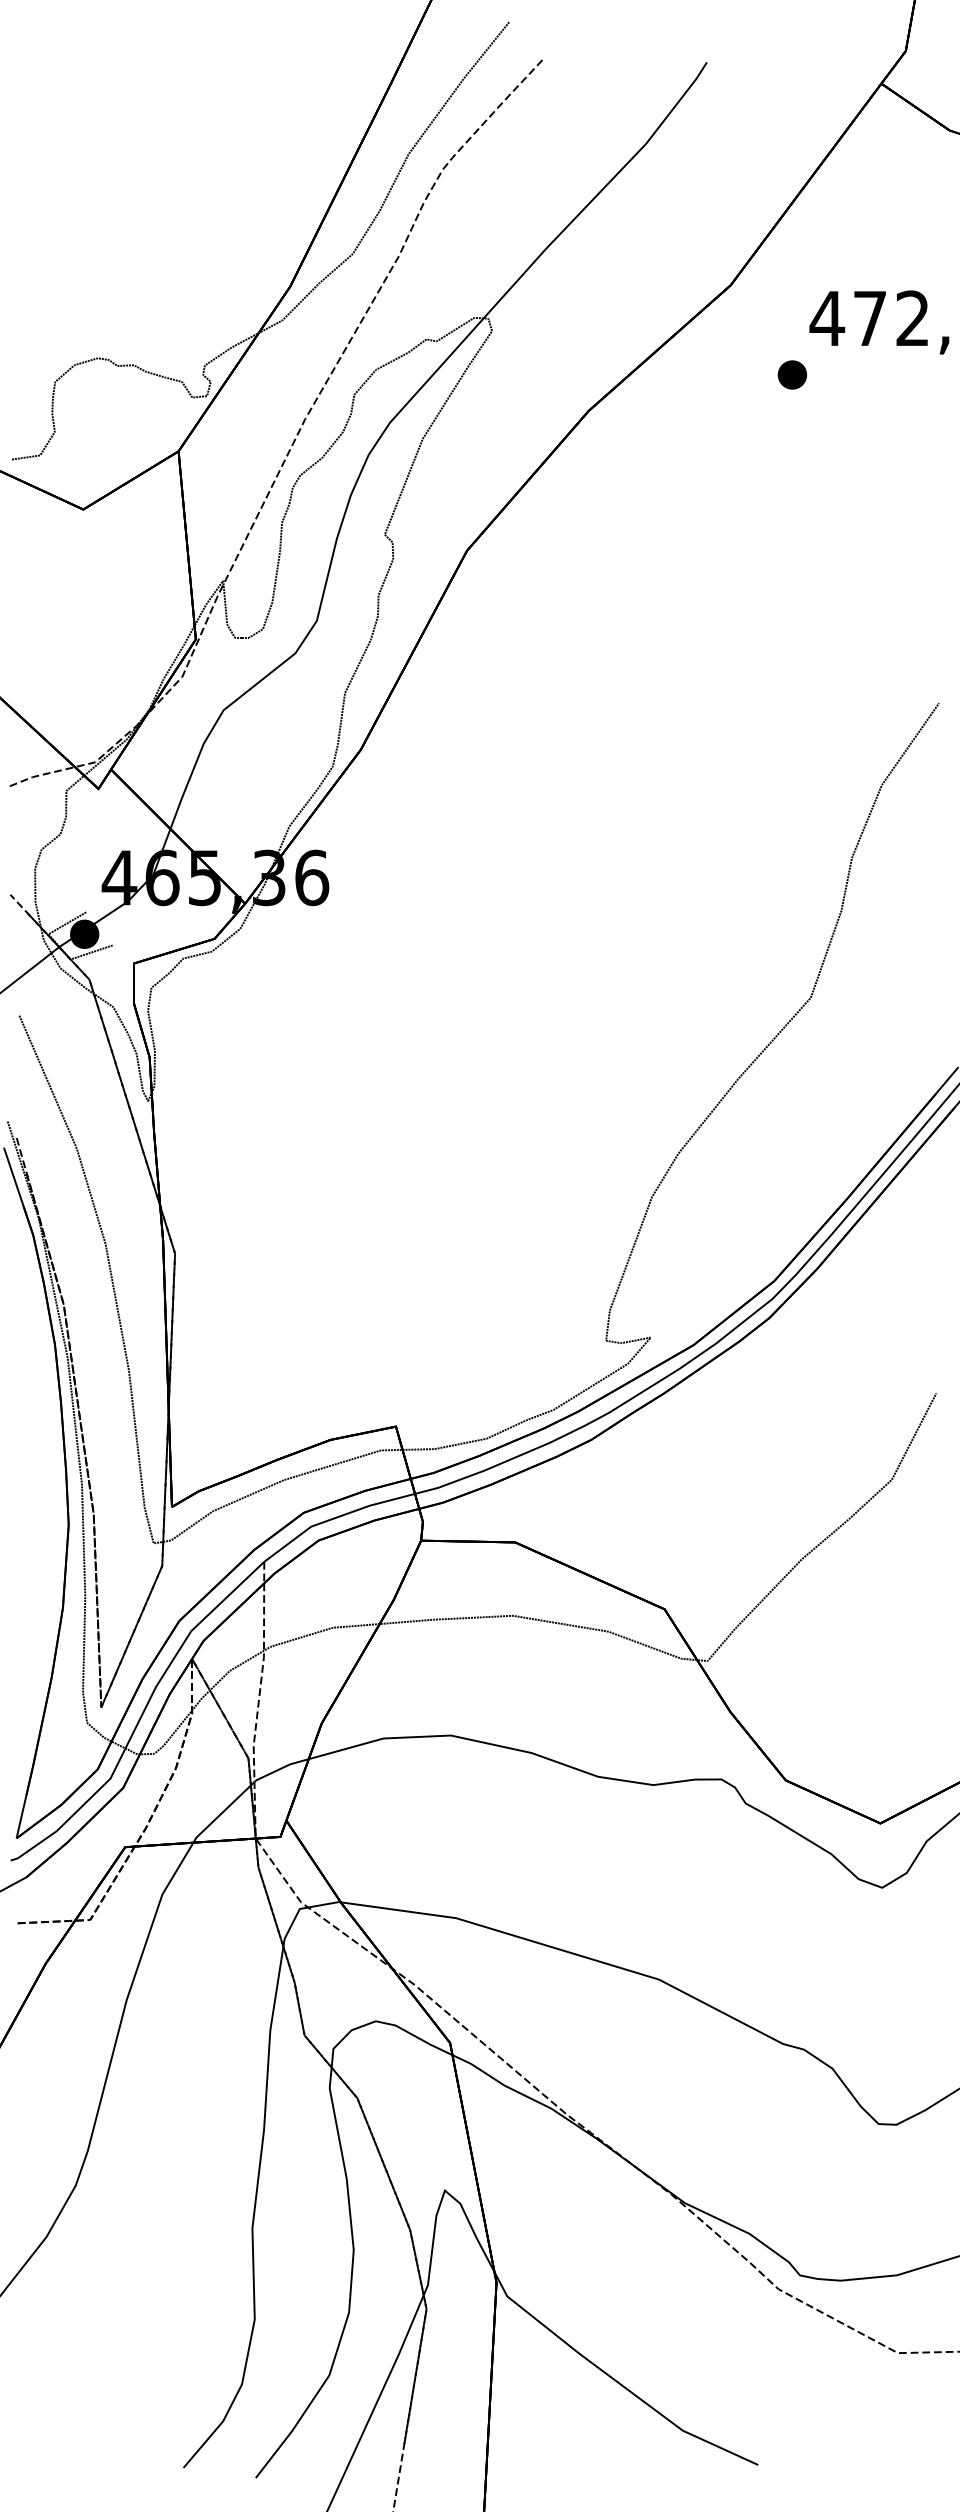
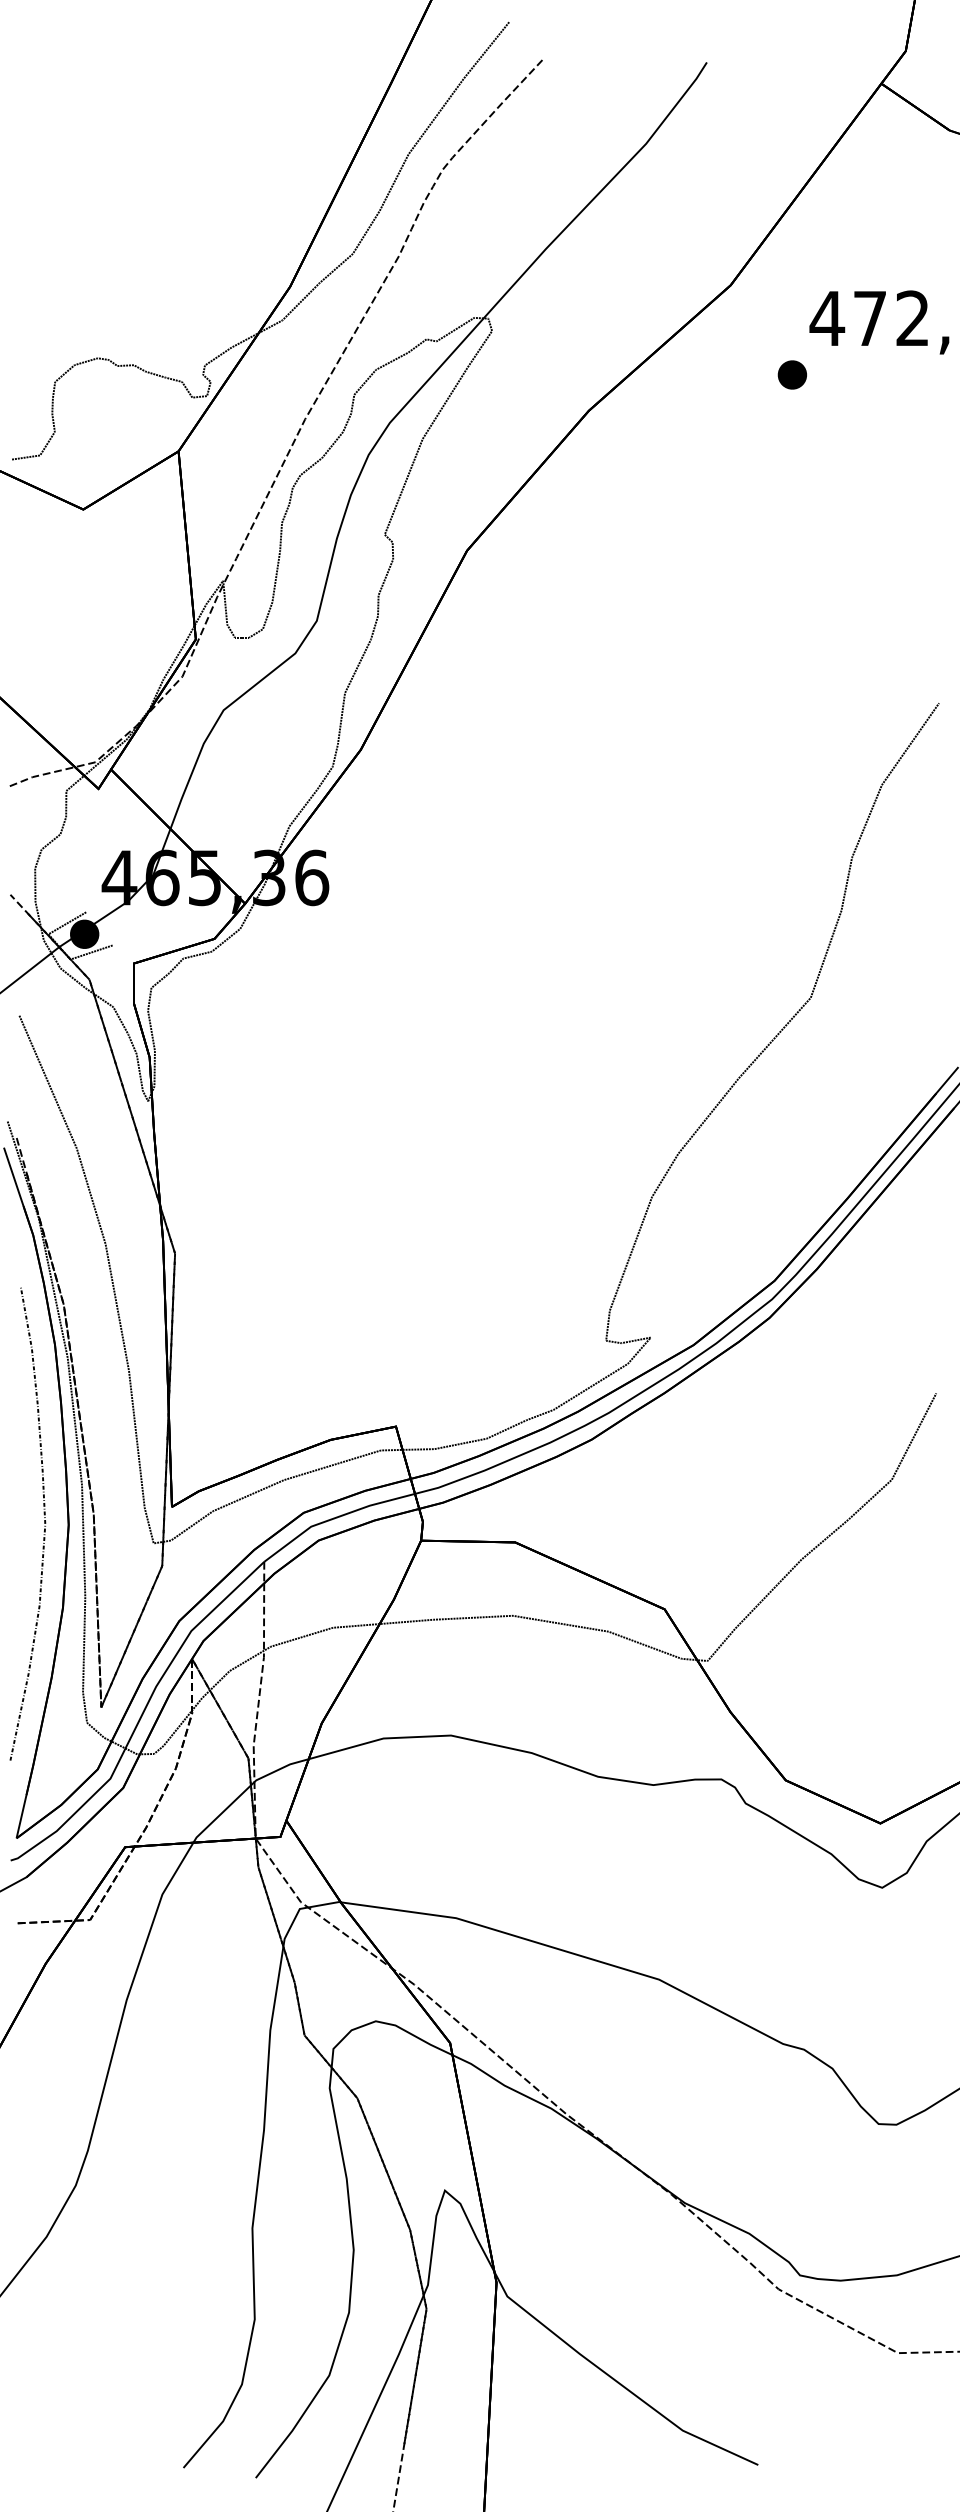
curve at (44, 1523): none -> present
